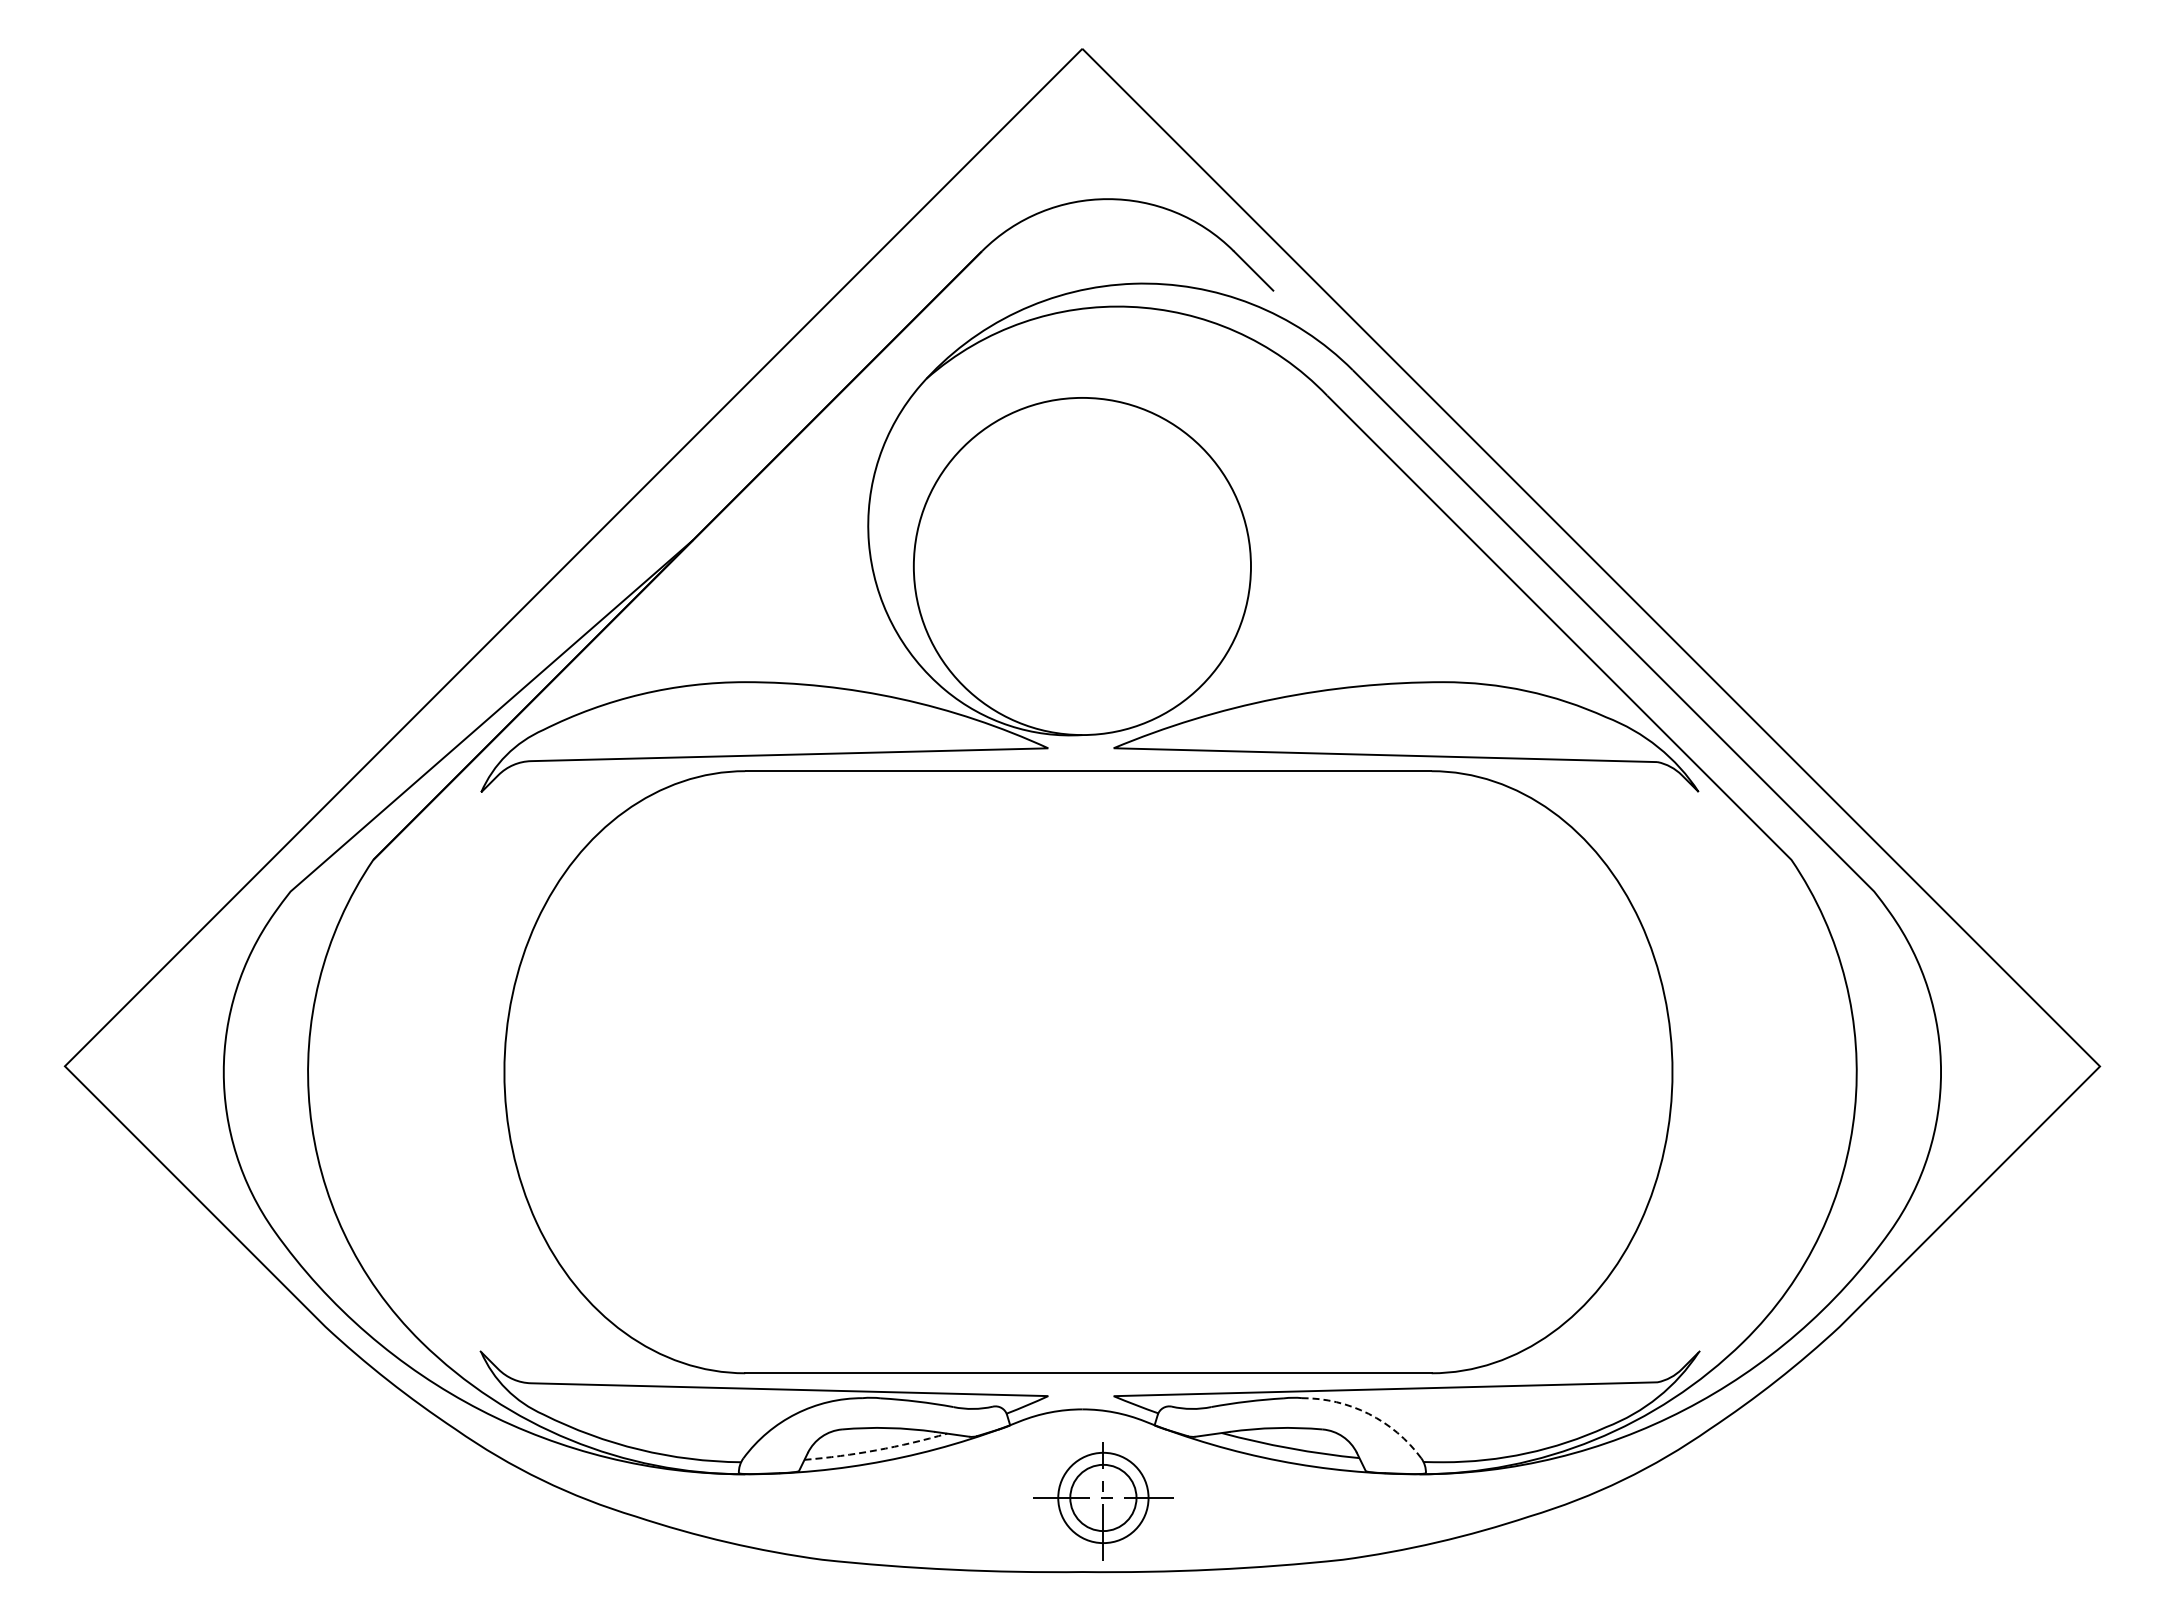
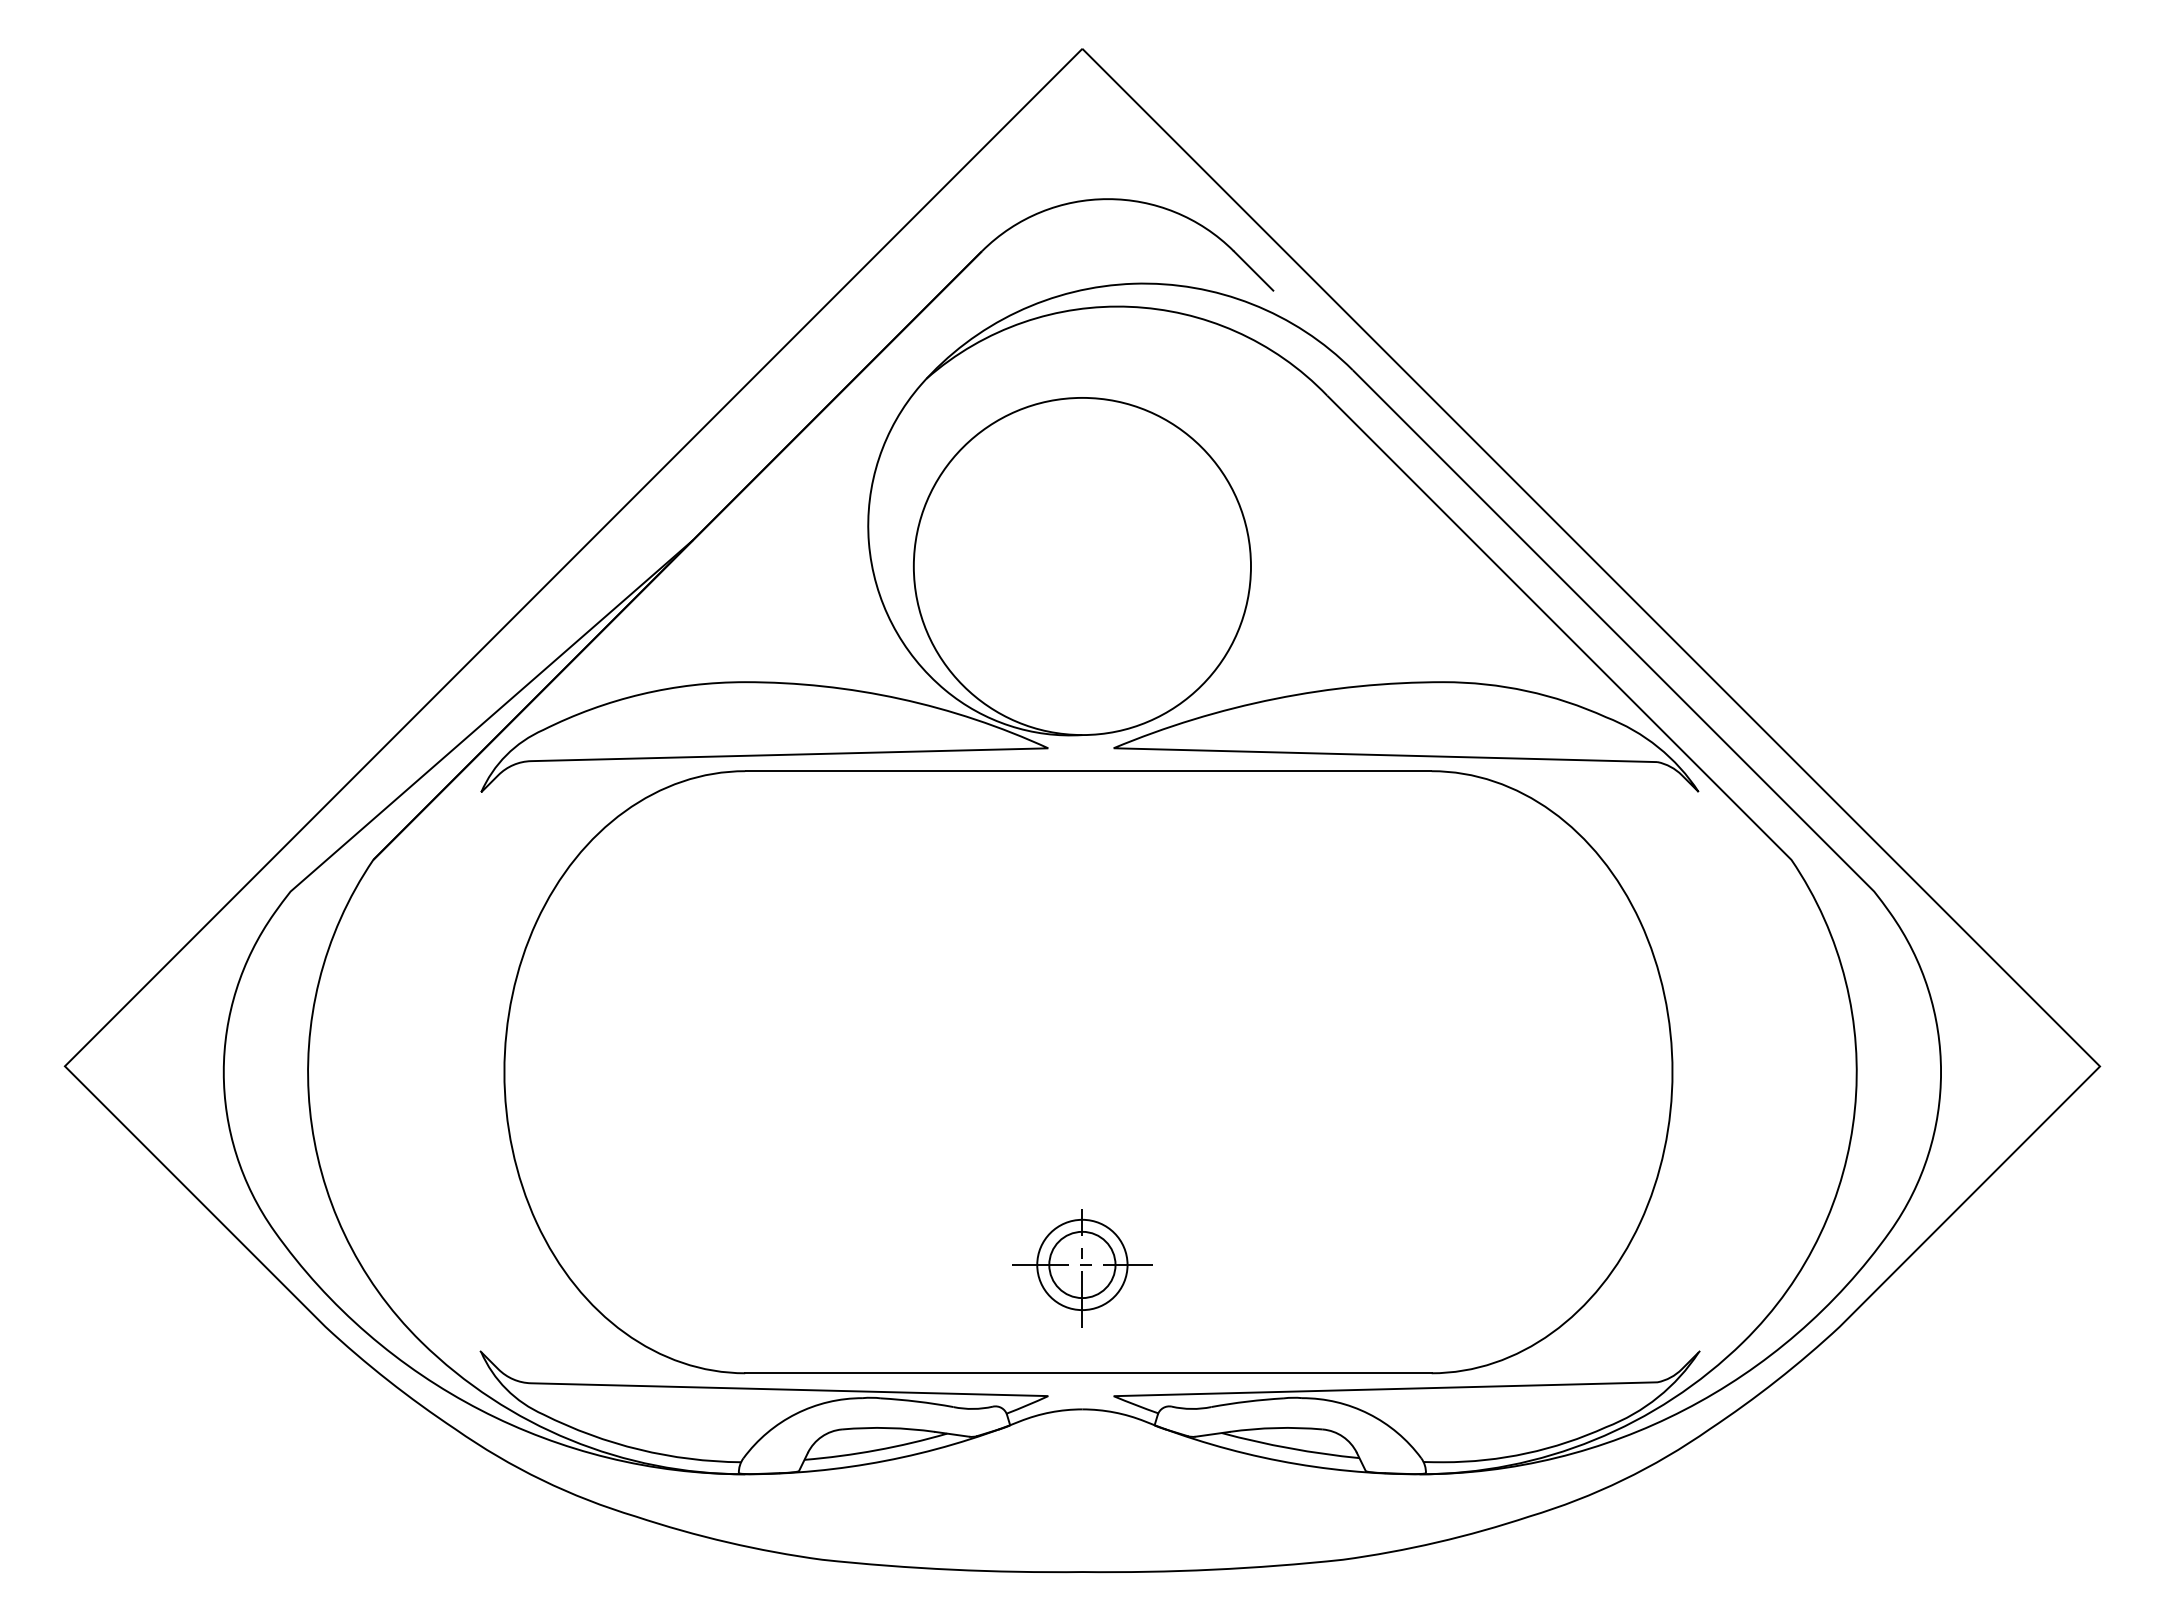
arc at (1368, 1413): dashed -> solid
line at (876, 1450): dashed -> solid
part at (1103, 1501) position: (1103, 1501) -> (1082, 1268)
